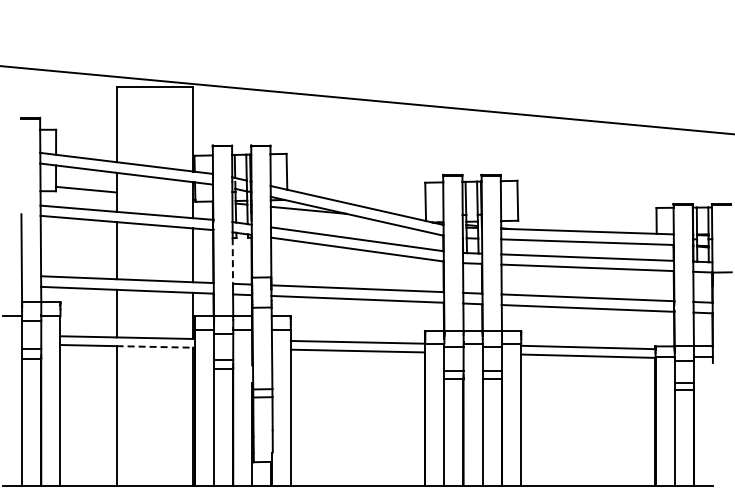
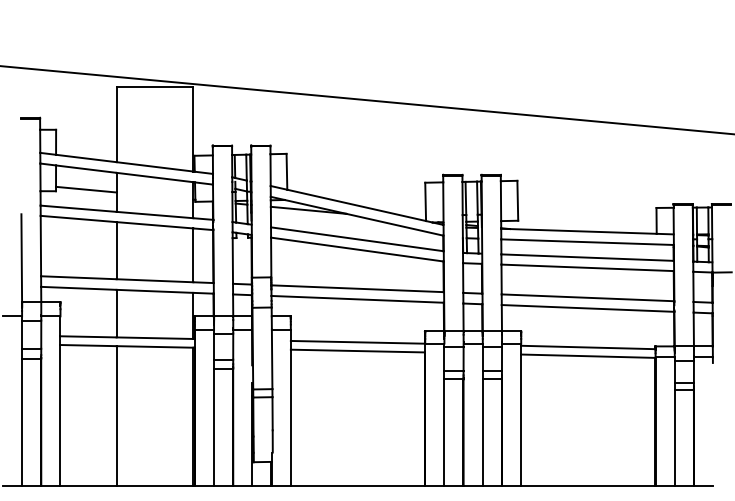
line at (232, 260): dashed -> solid
line at (155, 346): dashed -> solid
